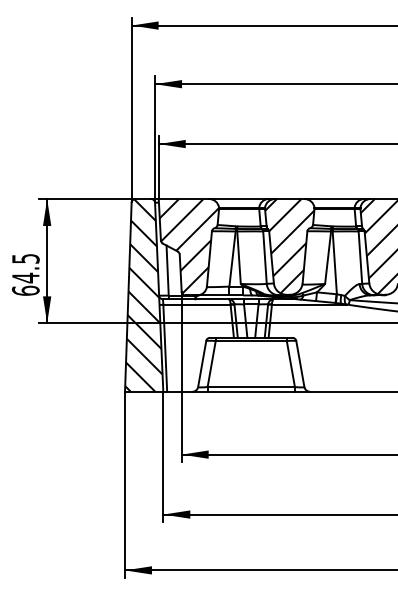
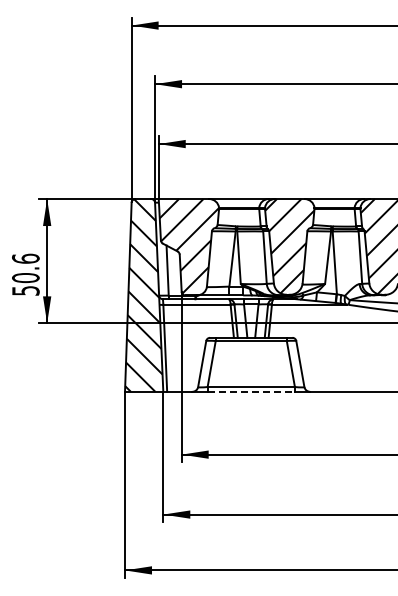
text at (25, 274): 64.5 -> 50.6
line at (251, 391): solid -> dashed
